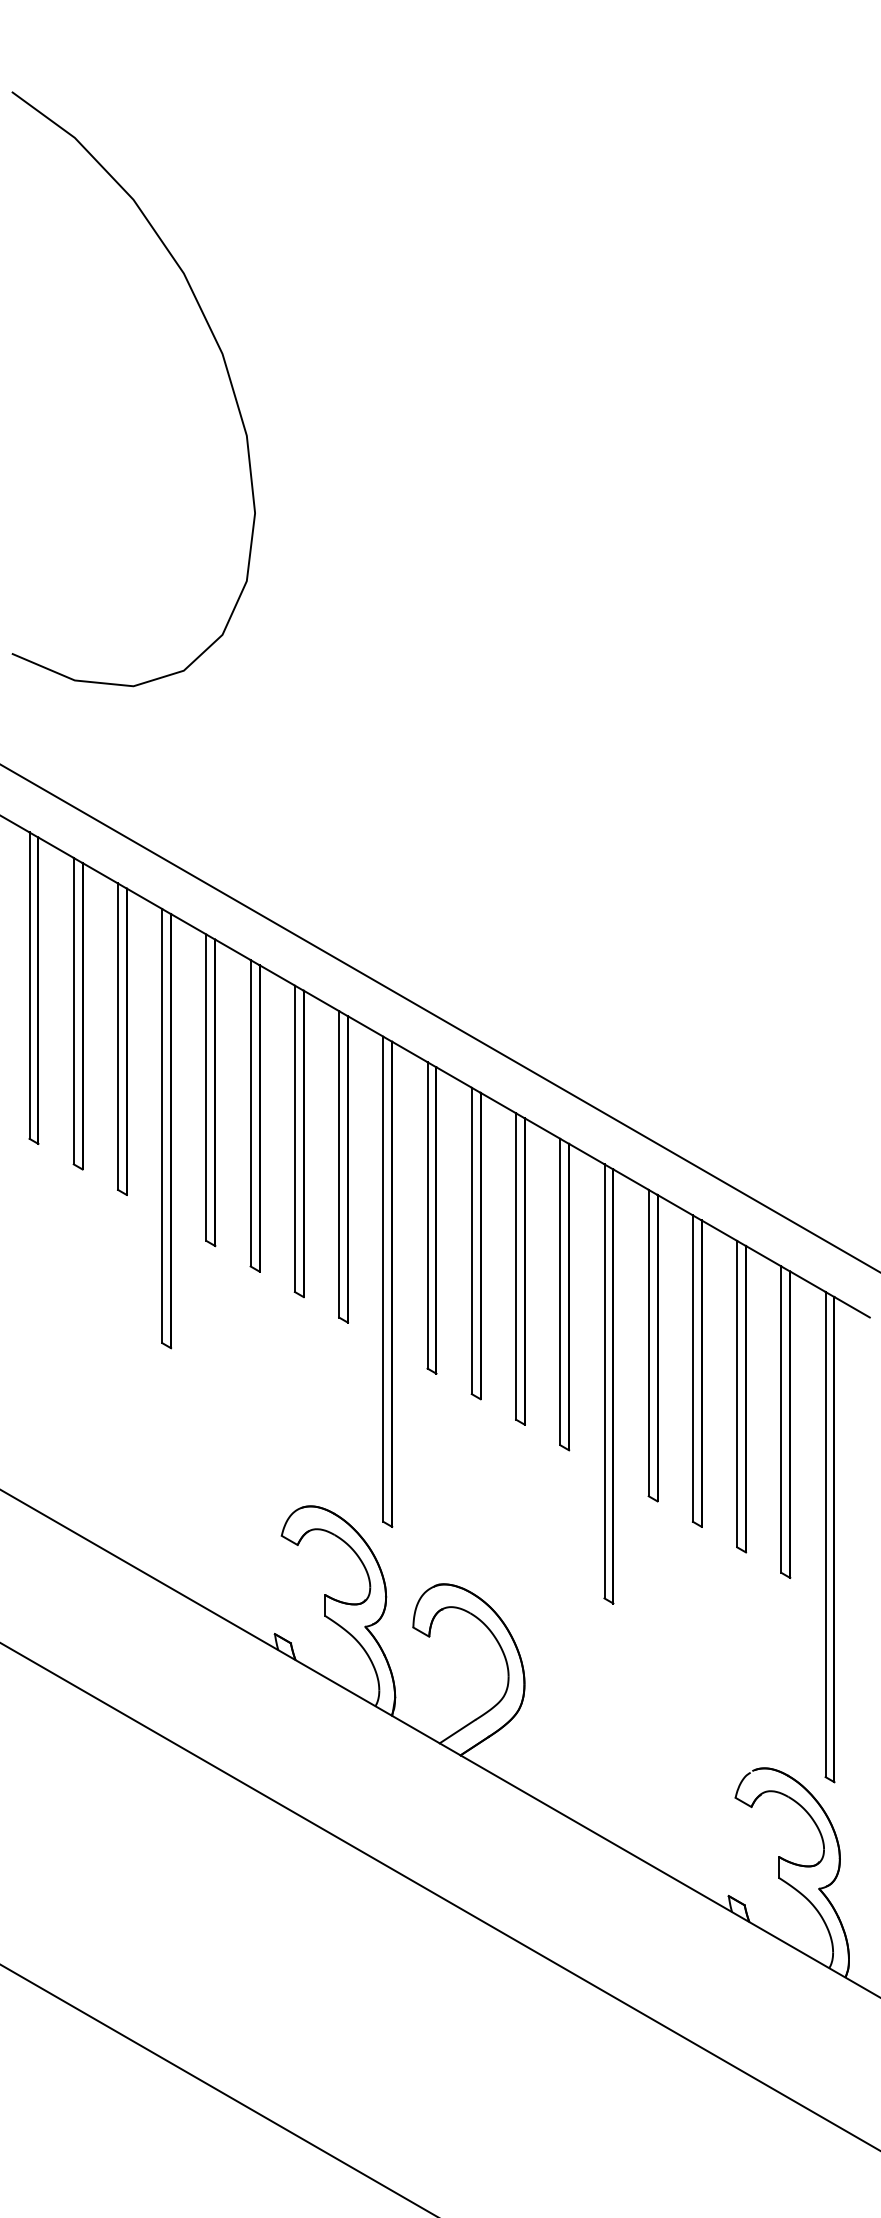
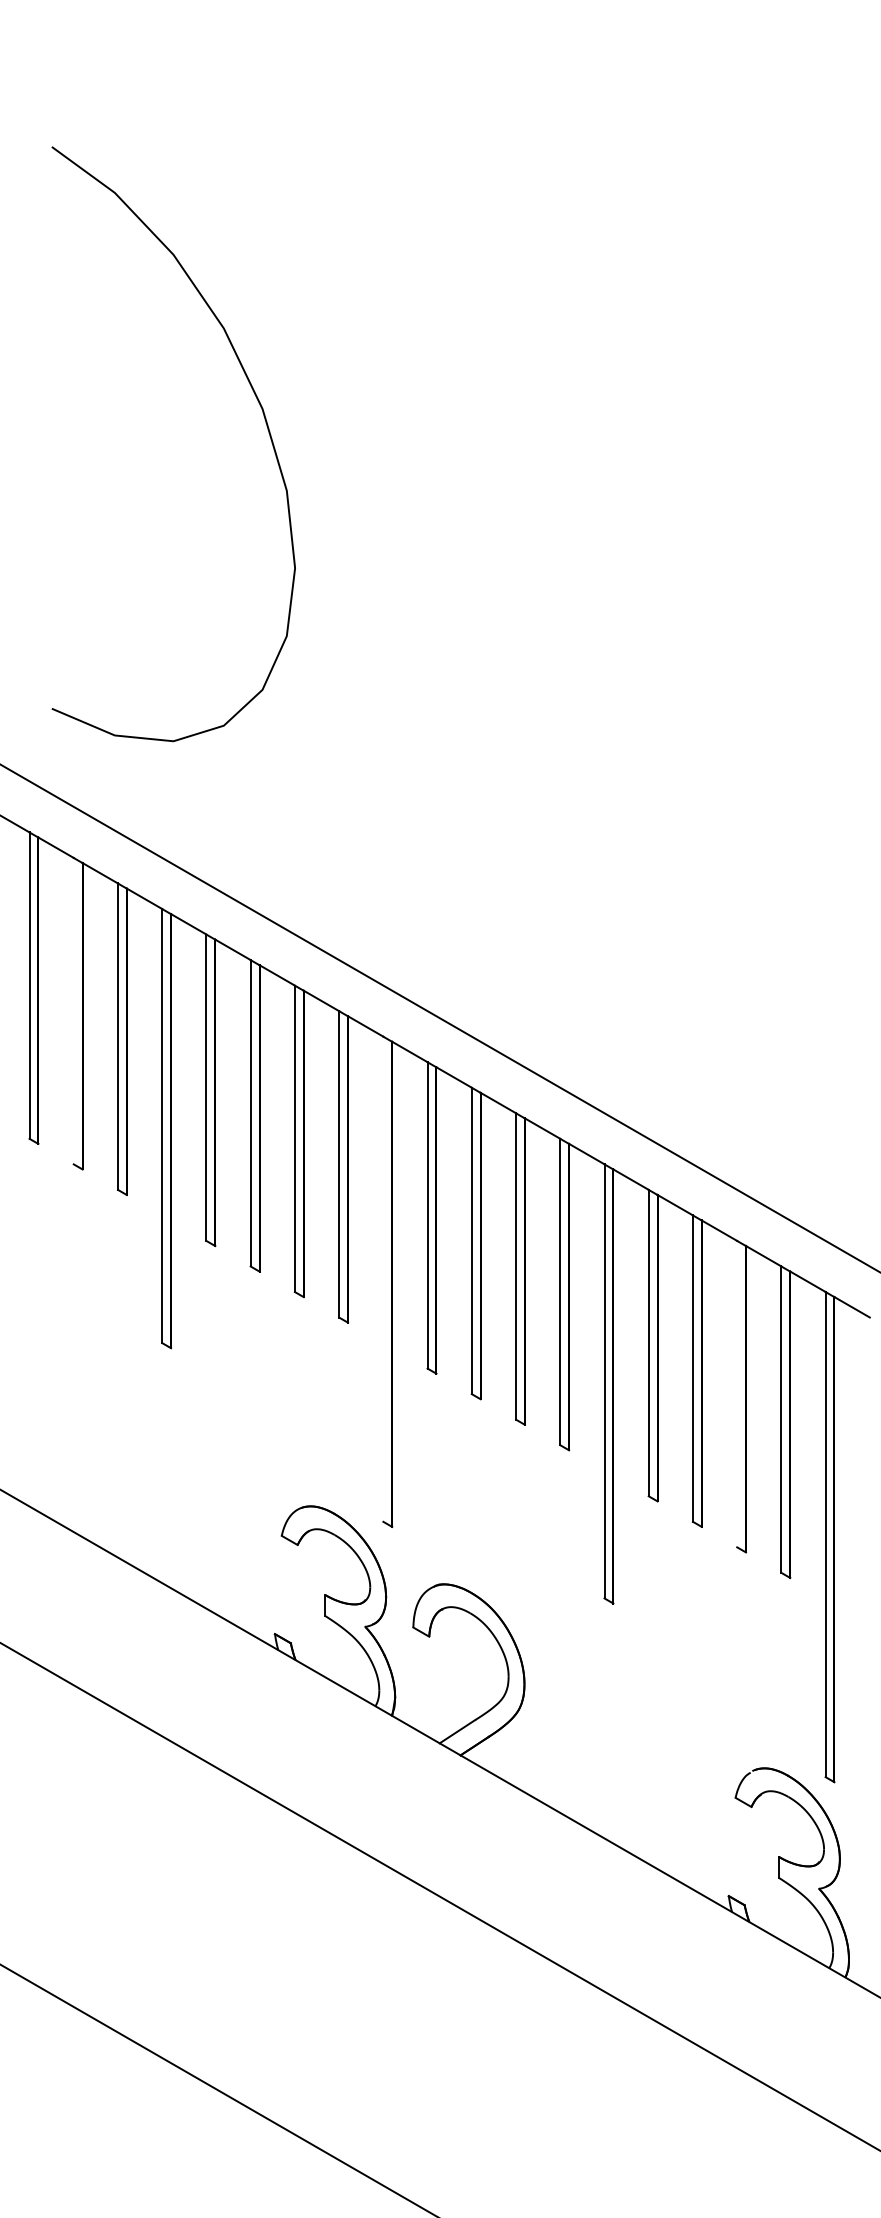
curve at (222, 358) position: (222, 358) -> (262, 413)
line at (73, 1010): present -> none
line at (383, 1278): present -> none
line at (737, 1393): present -> none
